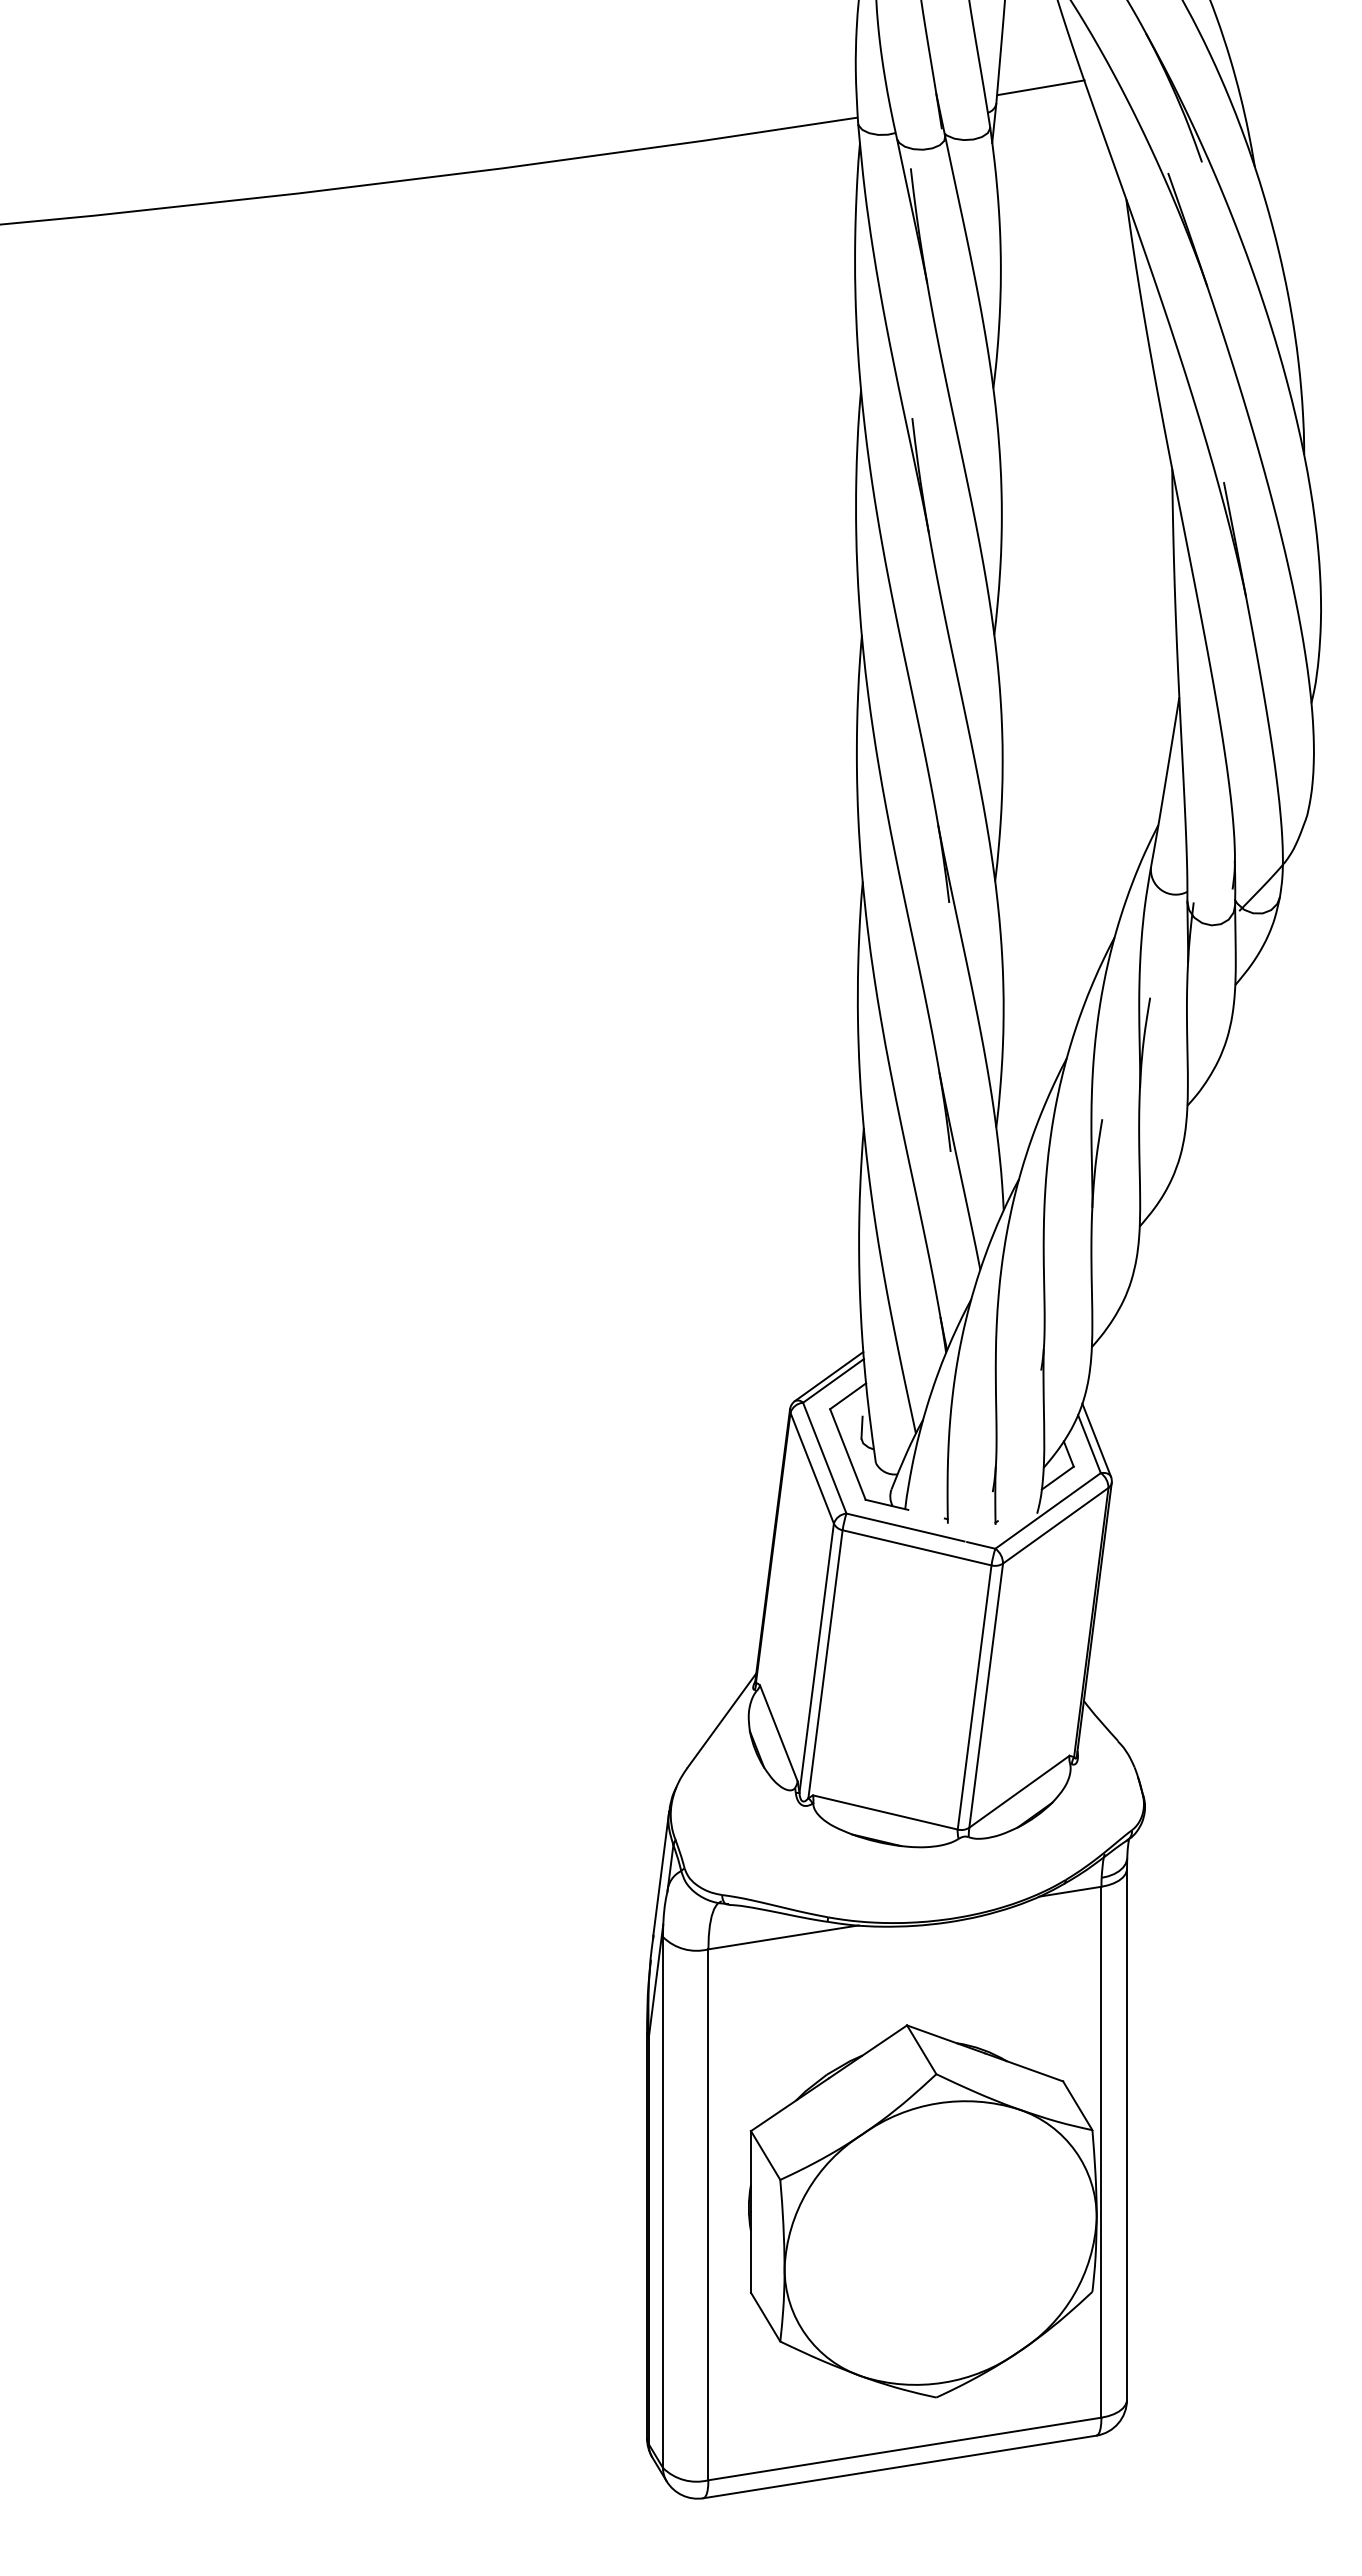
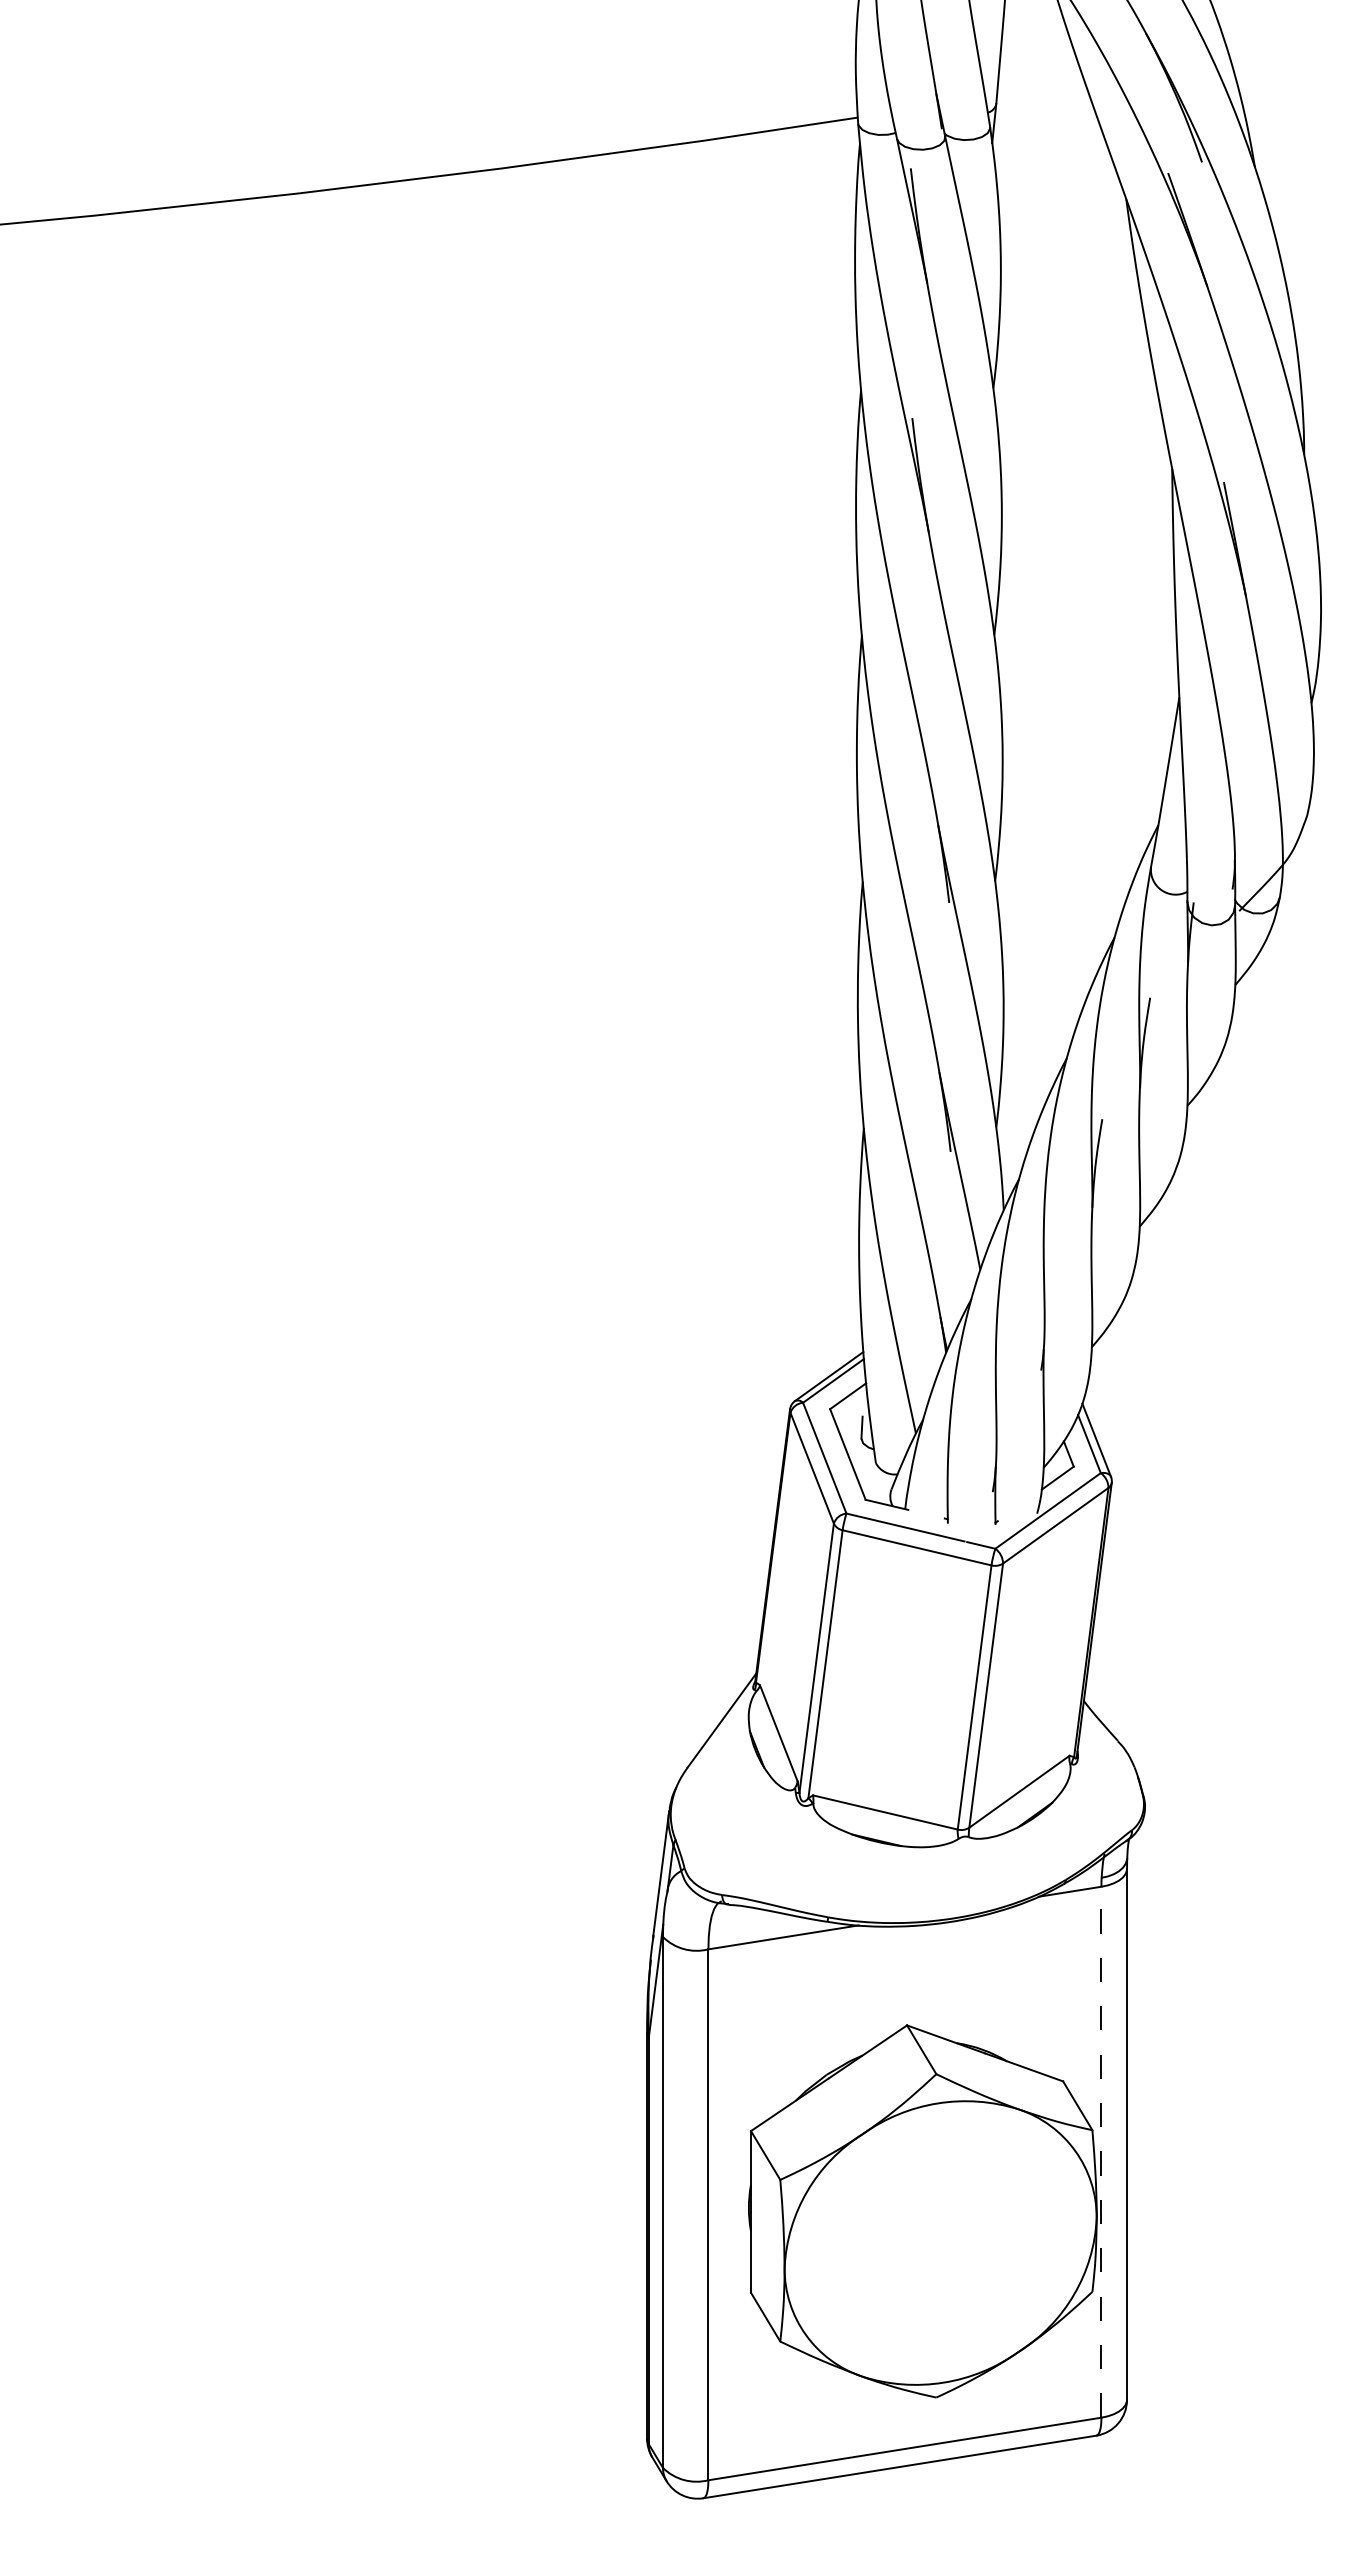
line at (1040, 87): present -> none
line at (1101, 2151): solid -> dashed
